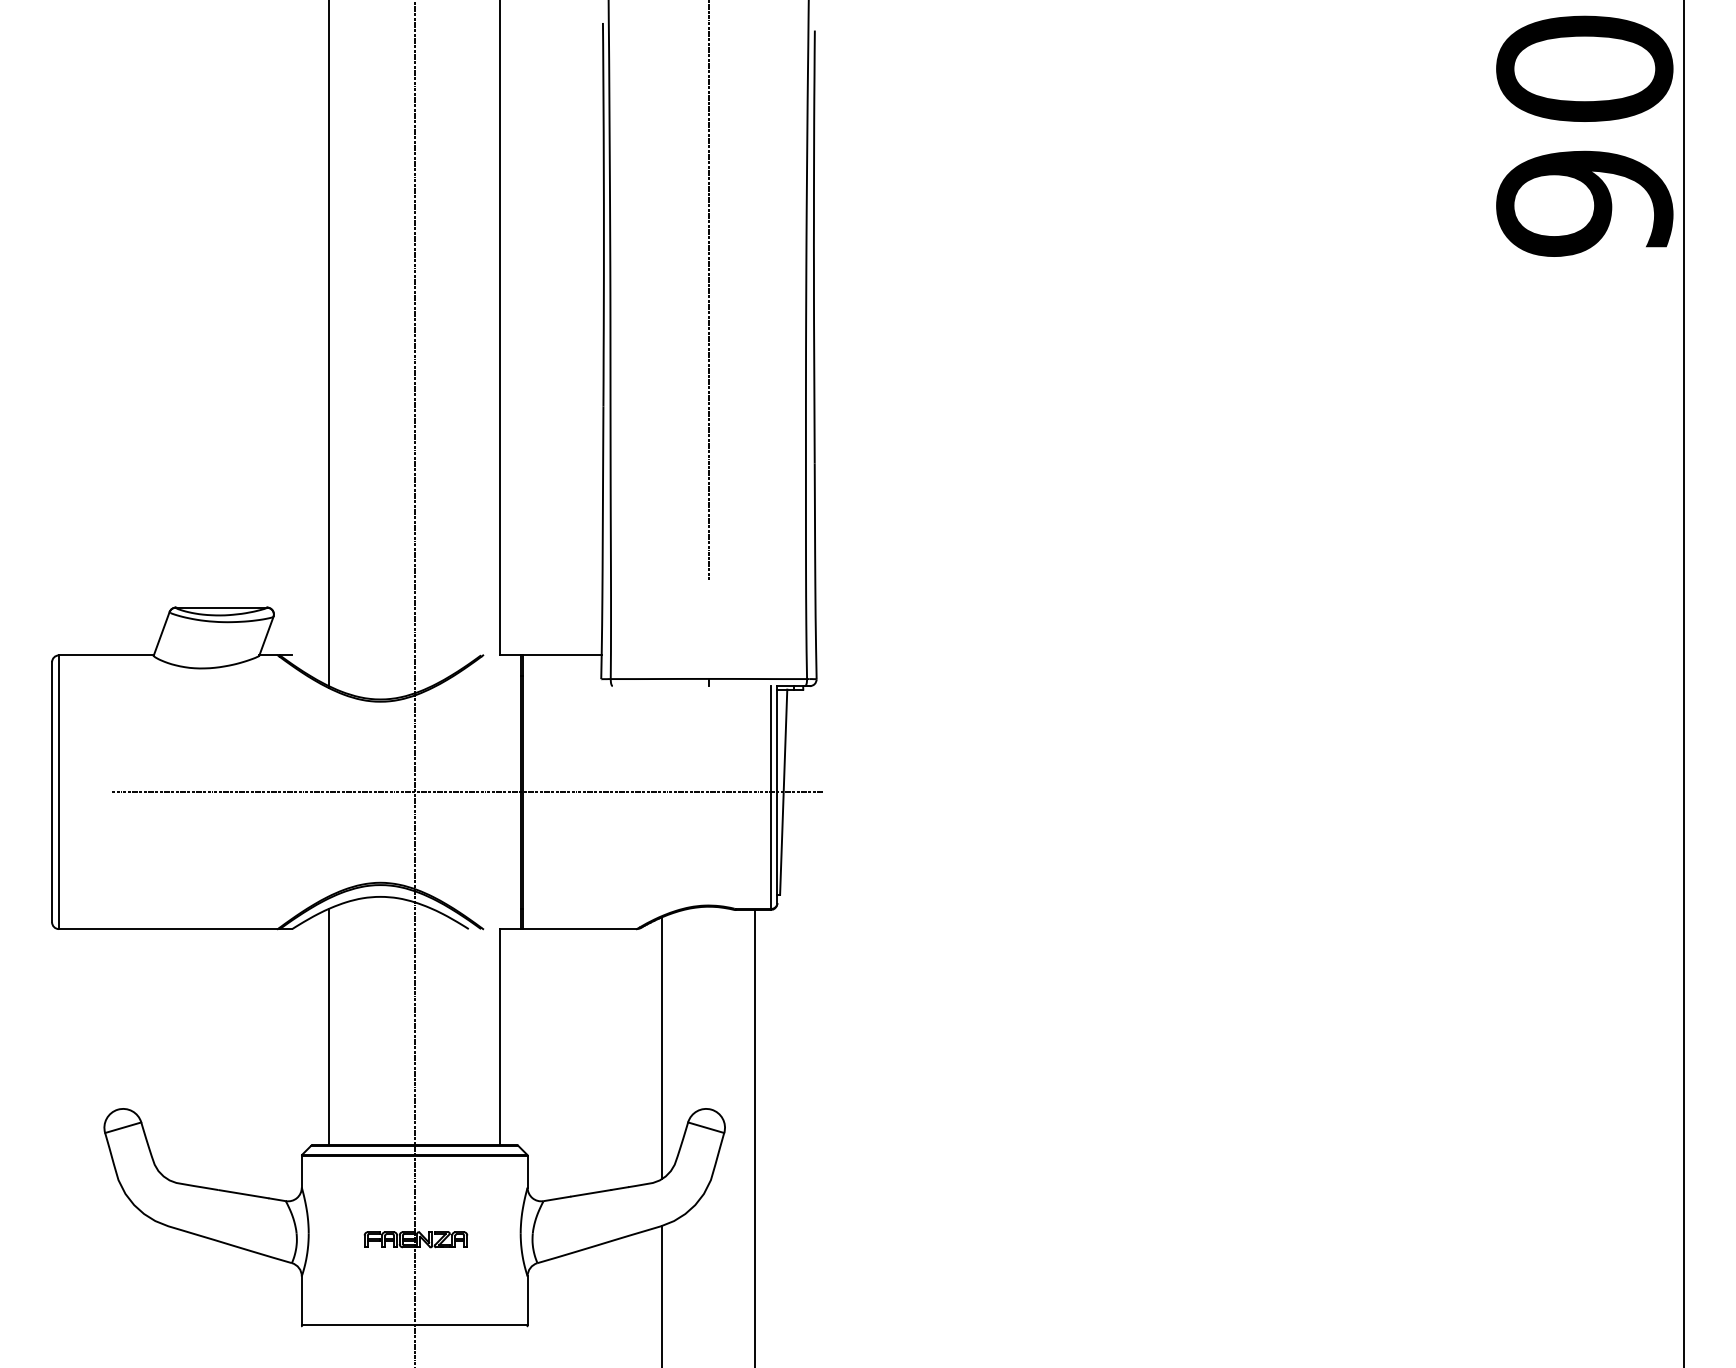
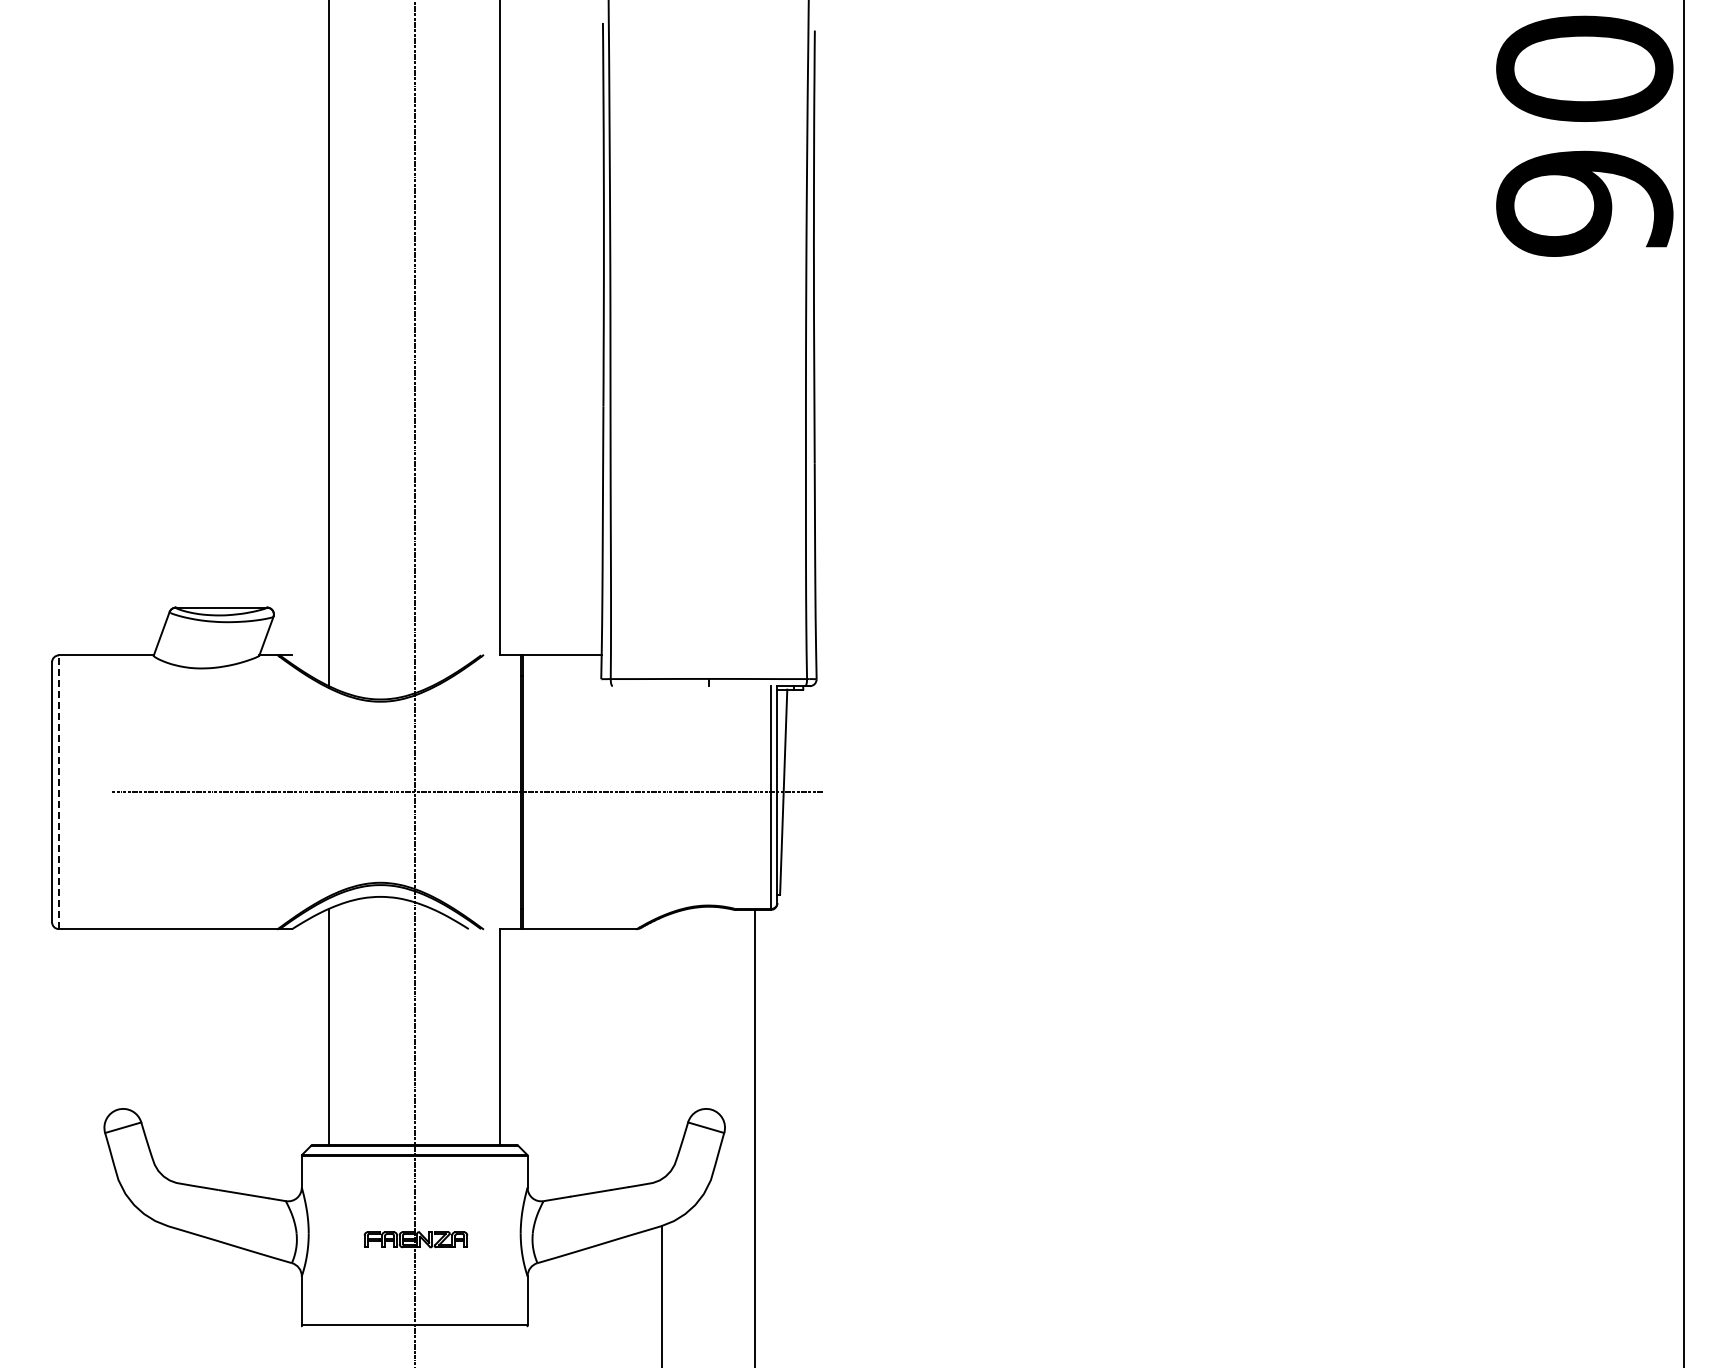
line at (708, 290): present -> none
line at (58, 792): solid -> dashed
line at (662, 1047): present -> none
